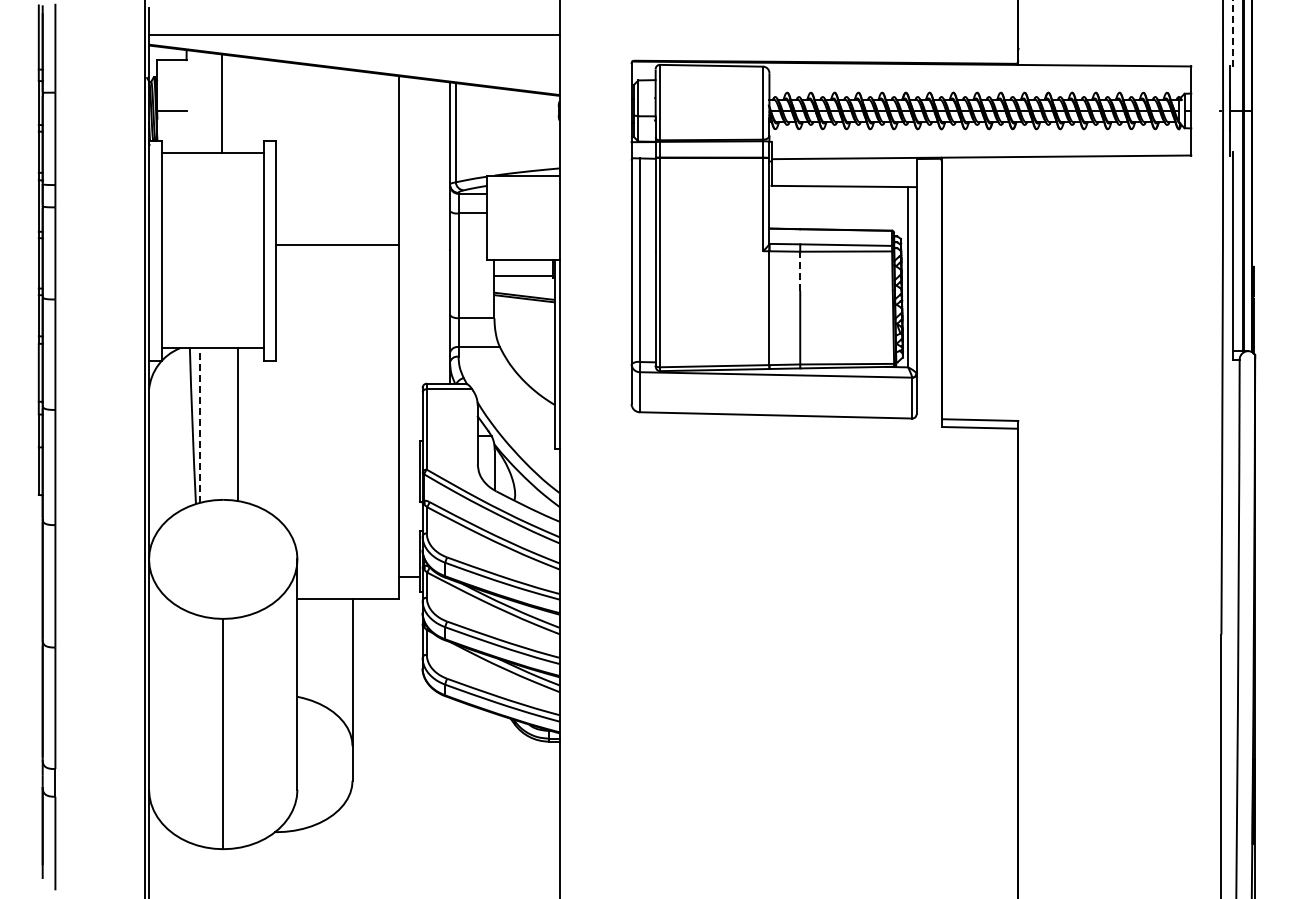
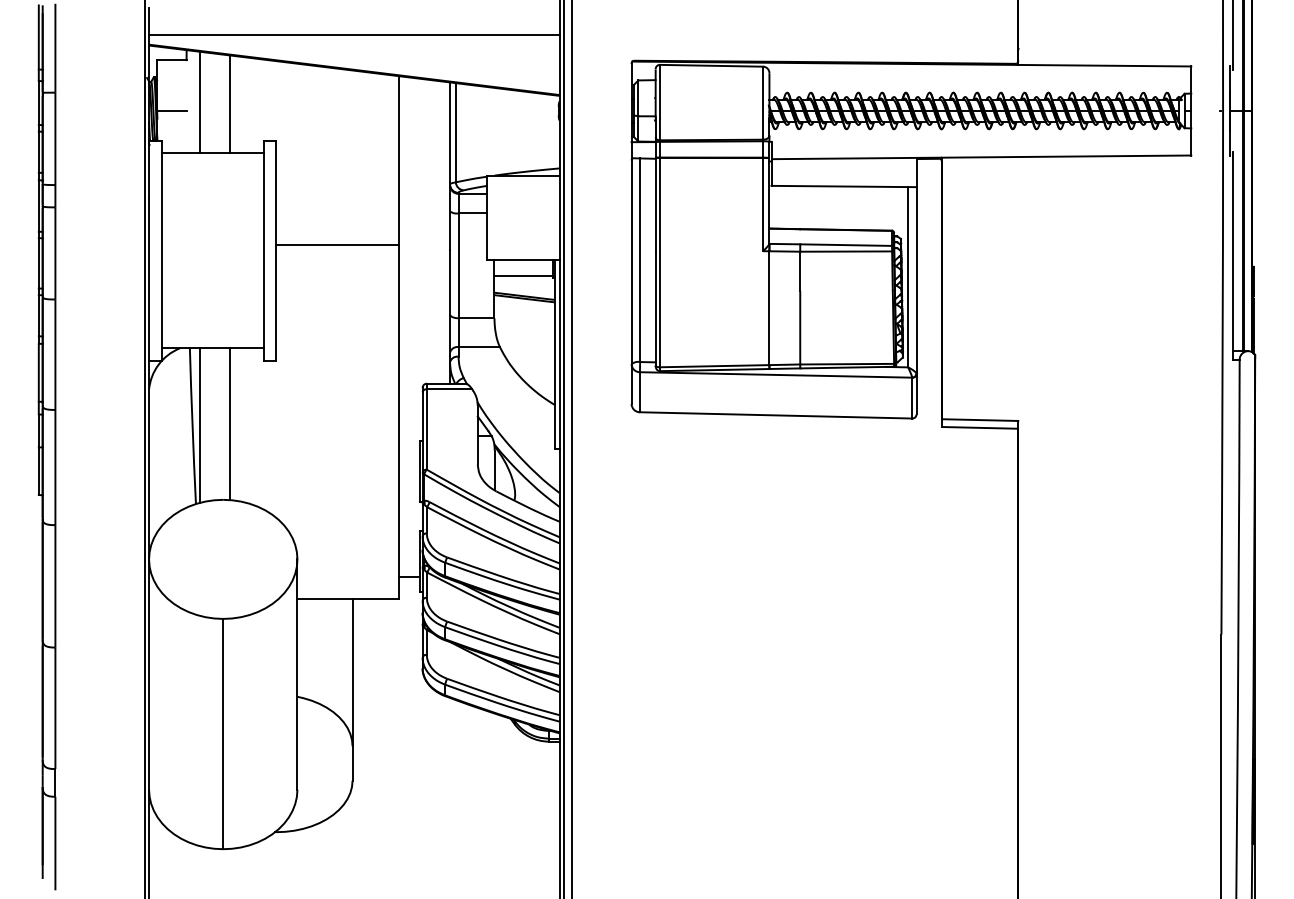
line at (1233, 35): dashed -> solid
line at (199, 102): none -> present
line at (221, 104) position: (221, 104) -> (229, 104)
line at (800, 270): dashed -> solid
line at (237, 424) position: (237, 424) -> (229, 424)
line at (199, 425): dashed -> solid
line at (563, 448): none -> present
line at (572, 448): none -> present
